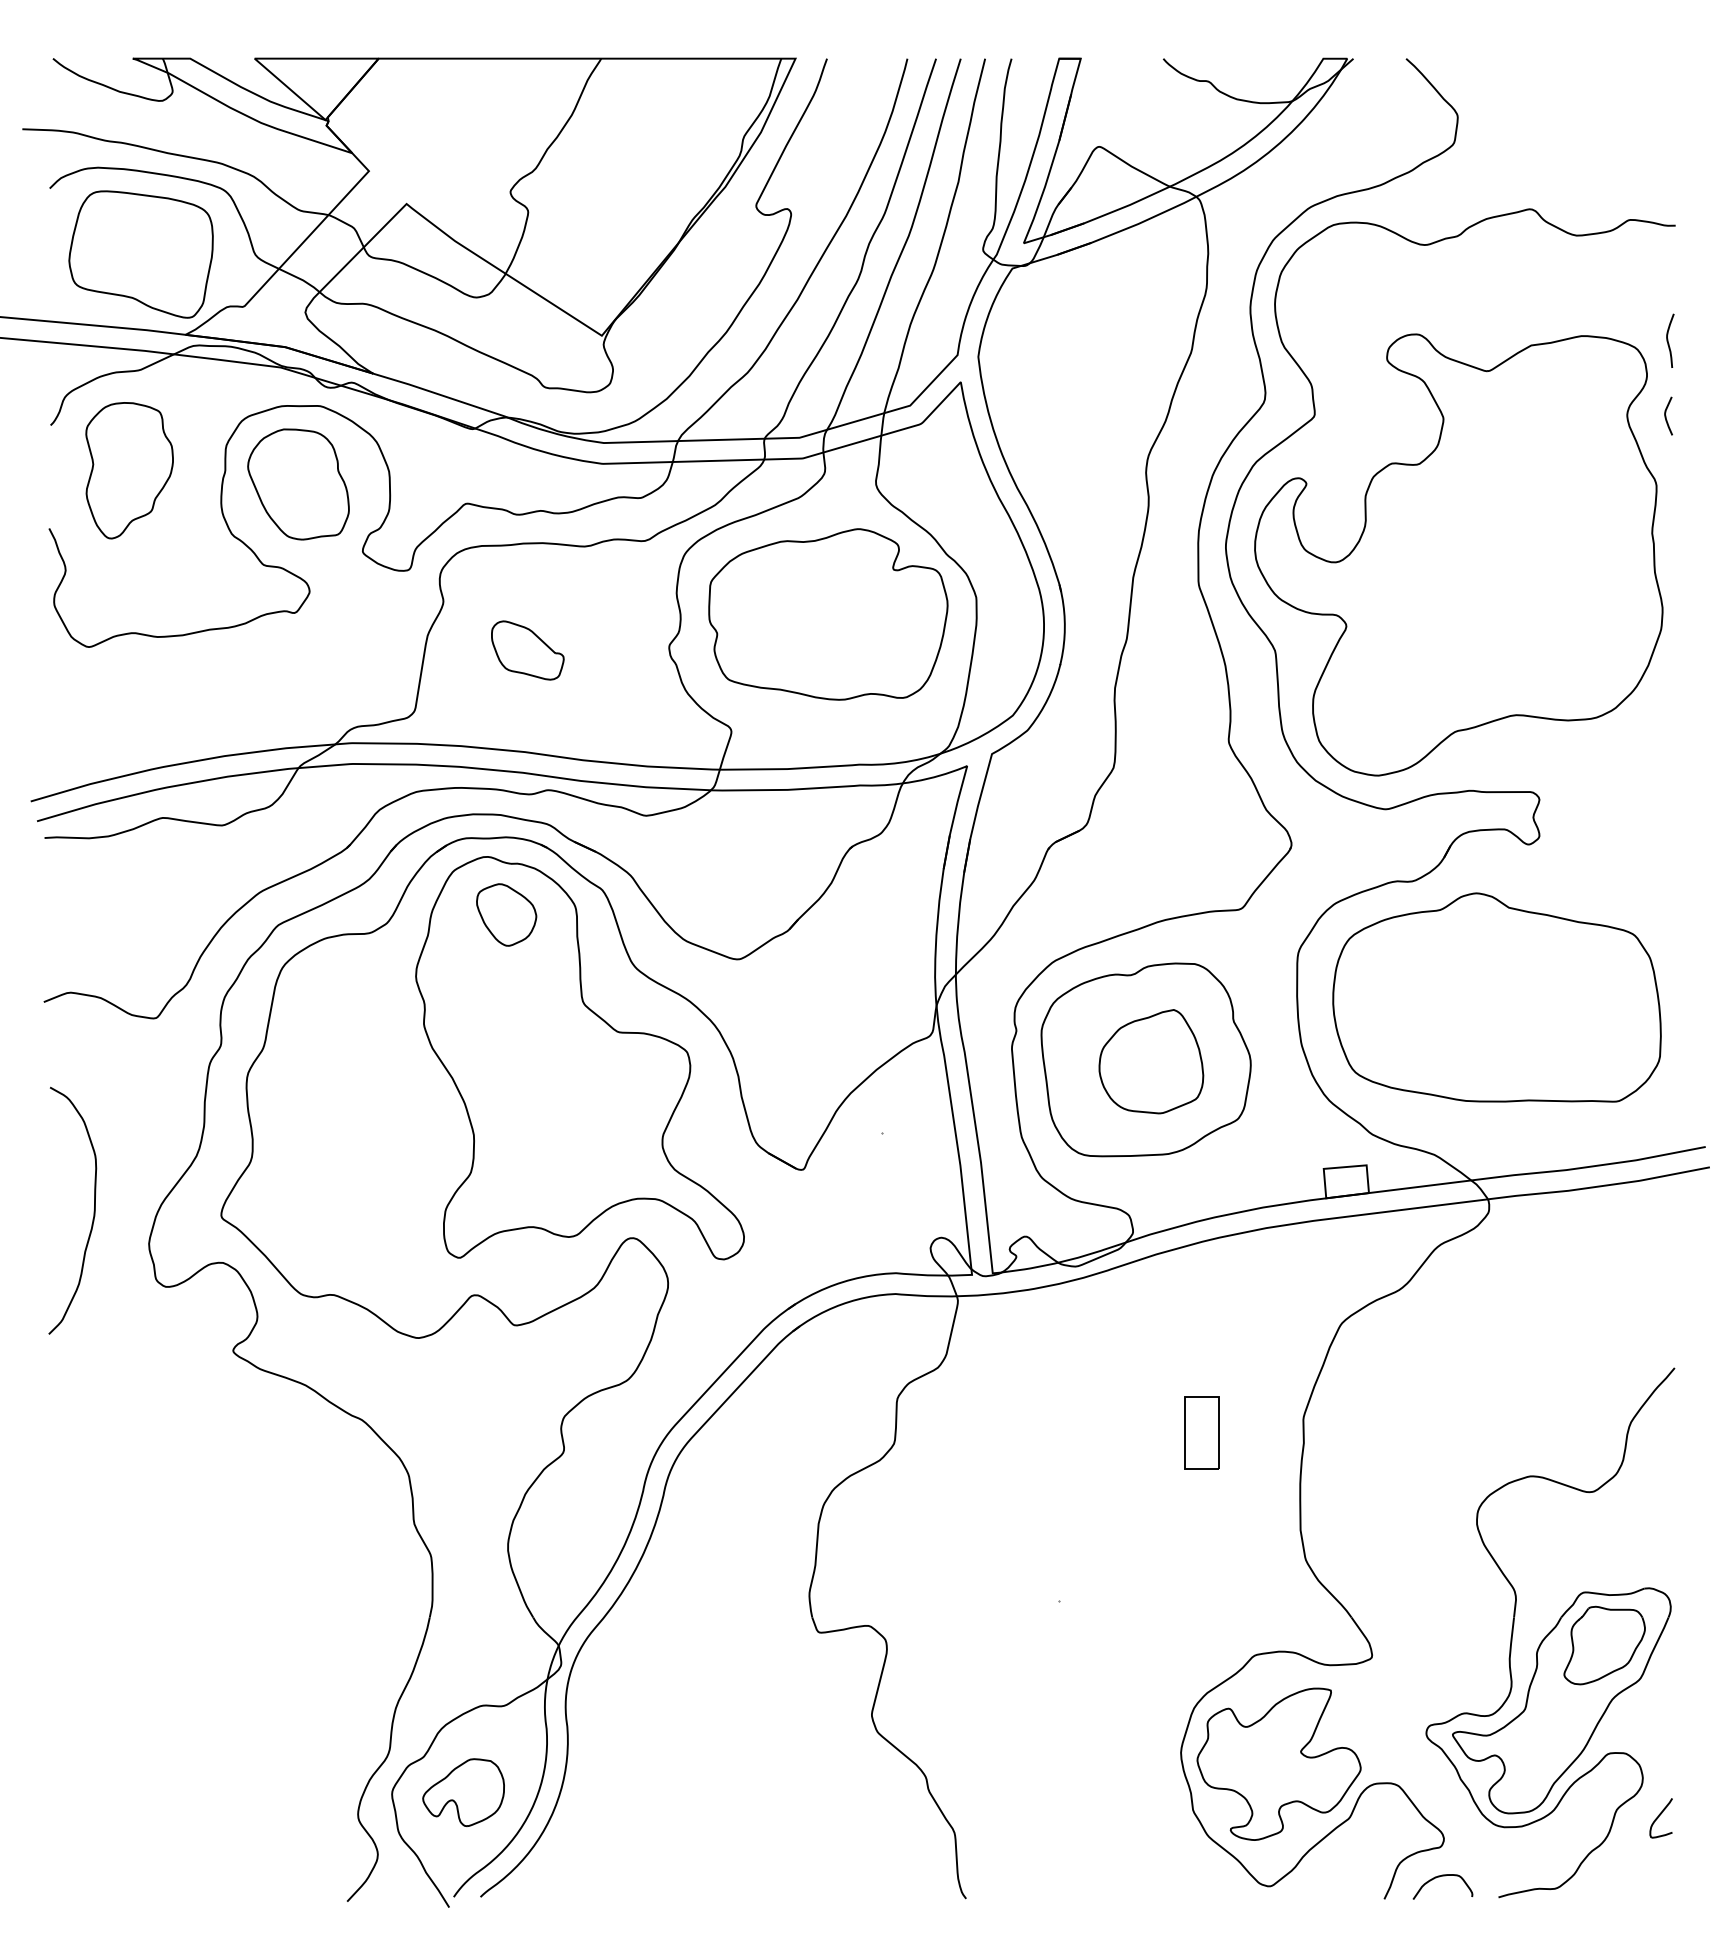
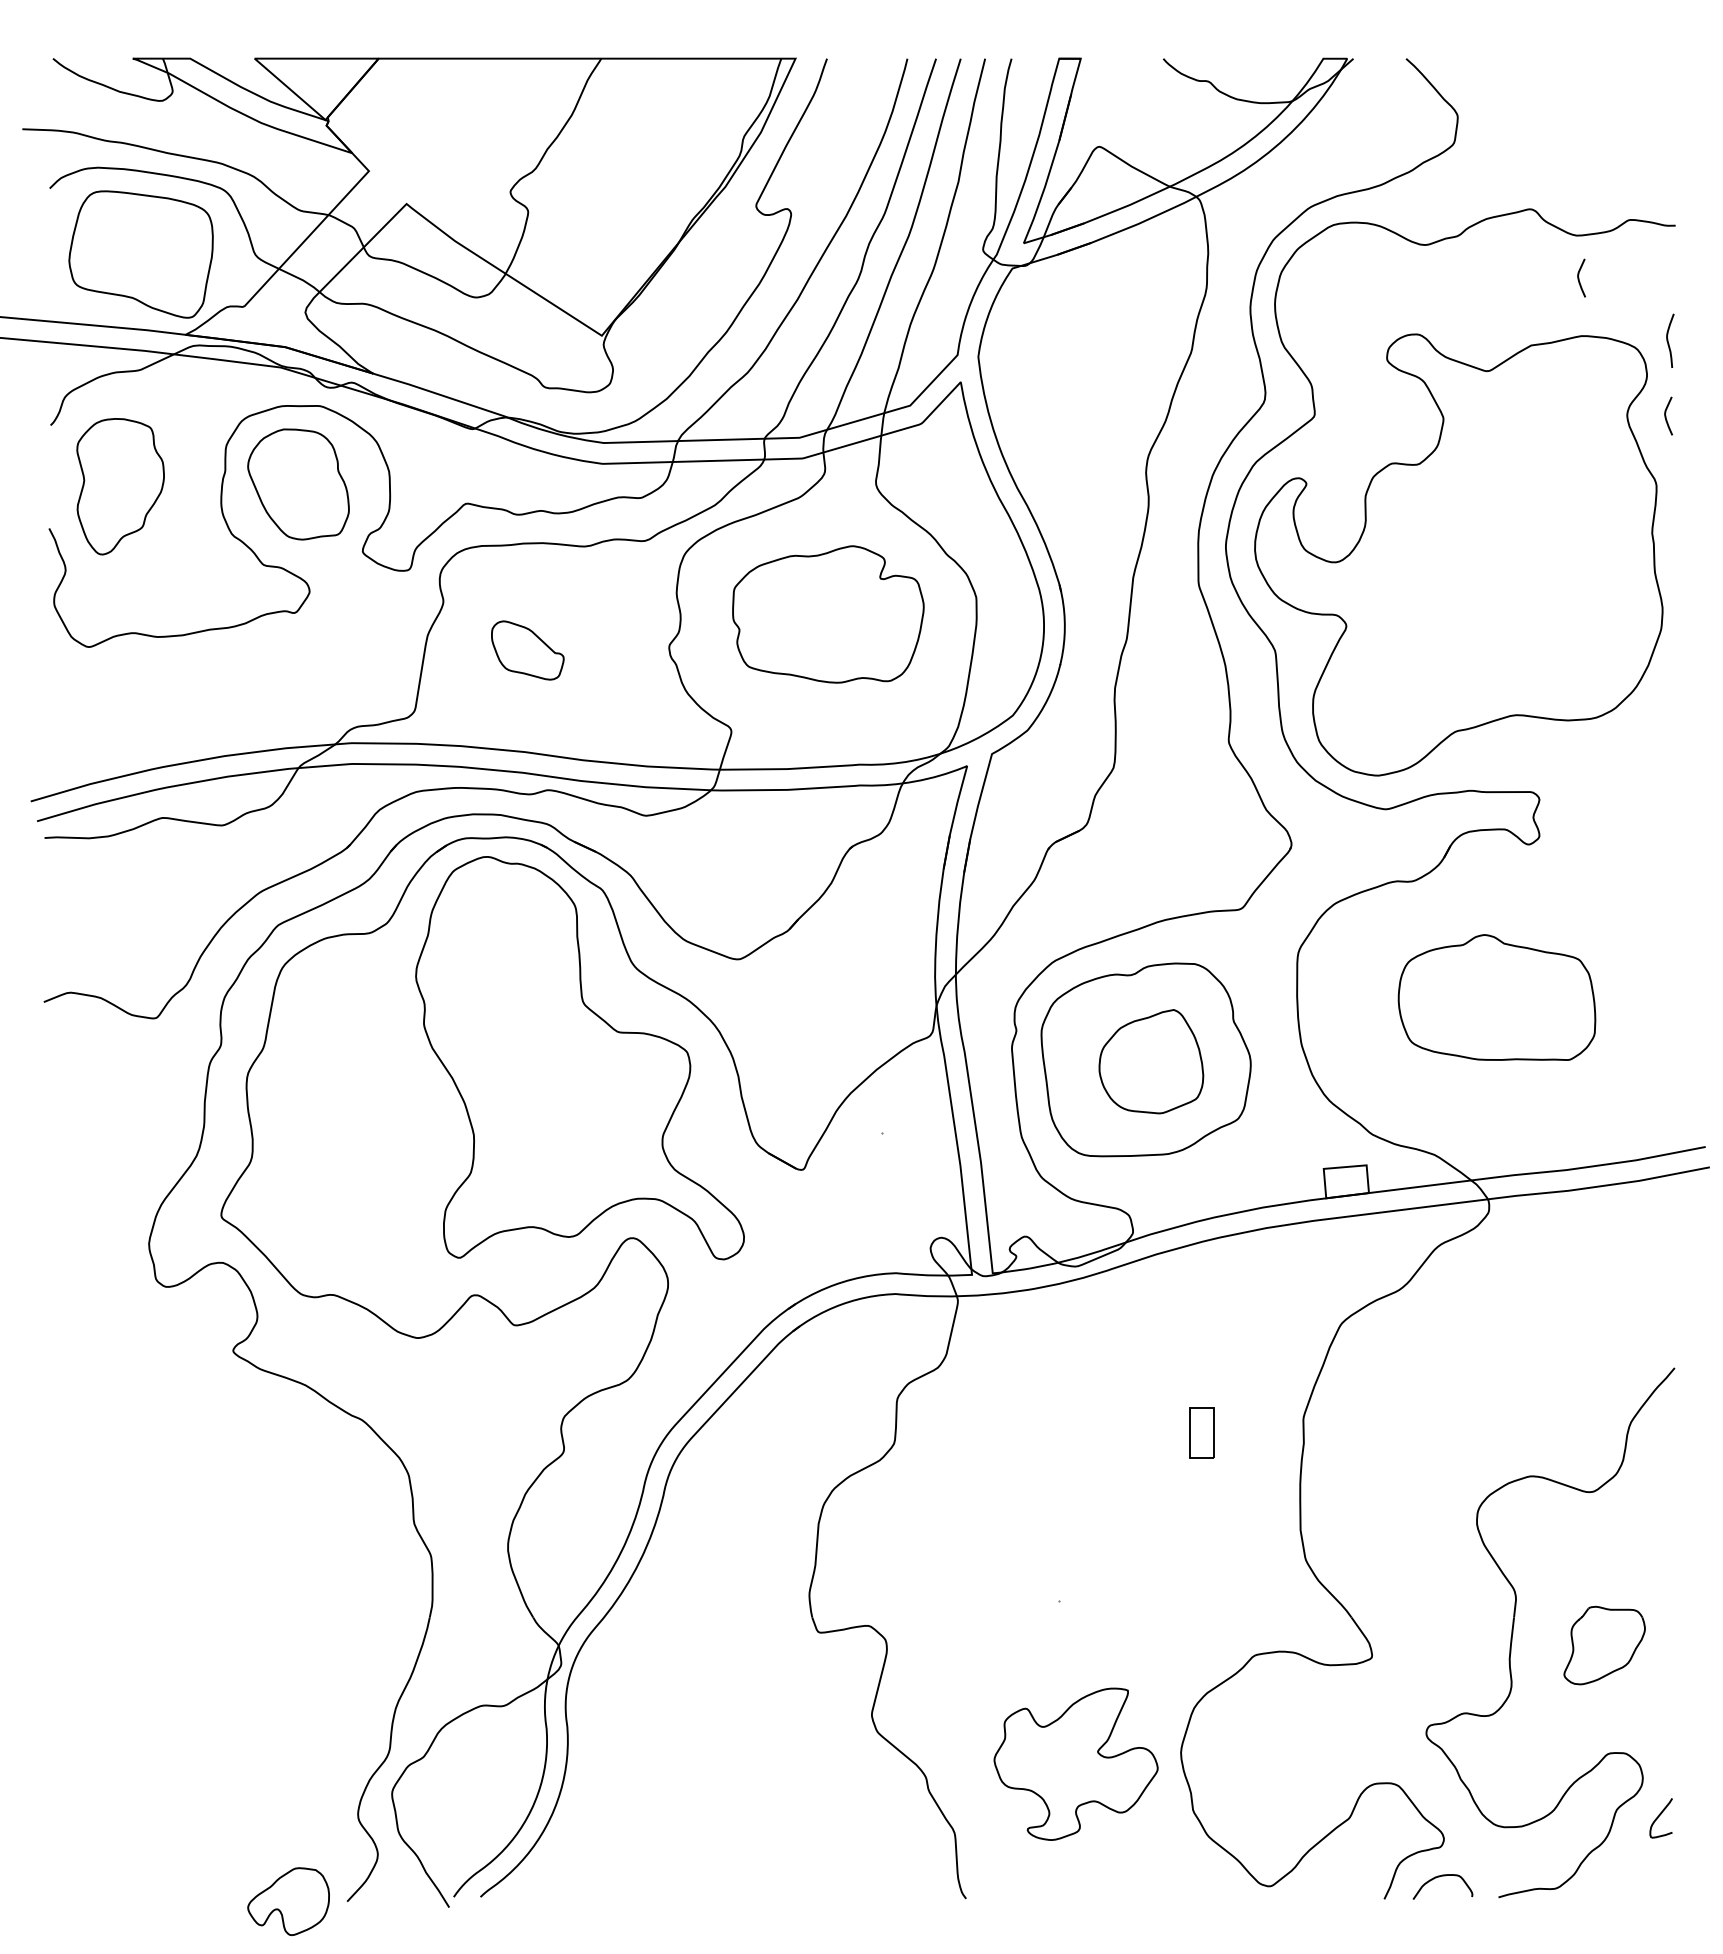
curve at (1579, 277): none -> present
part at (129, 470) position: (129, 470) -> (120, 486)
part at (828, 614) size: 241x173 px -> 193x139 px
part at (506, 914): present -> none
part at (1496, 997) size: 330x211 px -> 200x127 px
curve at (93, 1210): present -> none
part at (1201, 1432) size: 36x74 px -> 26x52 px
part at (1561, 1700): present -> none
part at (1278, 1763) position: (1278, 1763) -> (1075, 1763)
part at (463, 1792) position: (463, 1792) -> (288, 1901)
